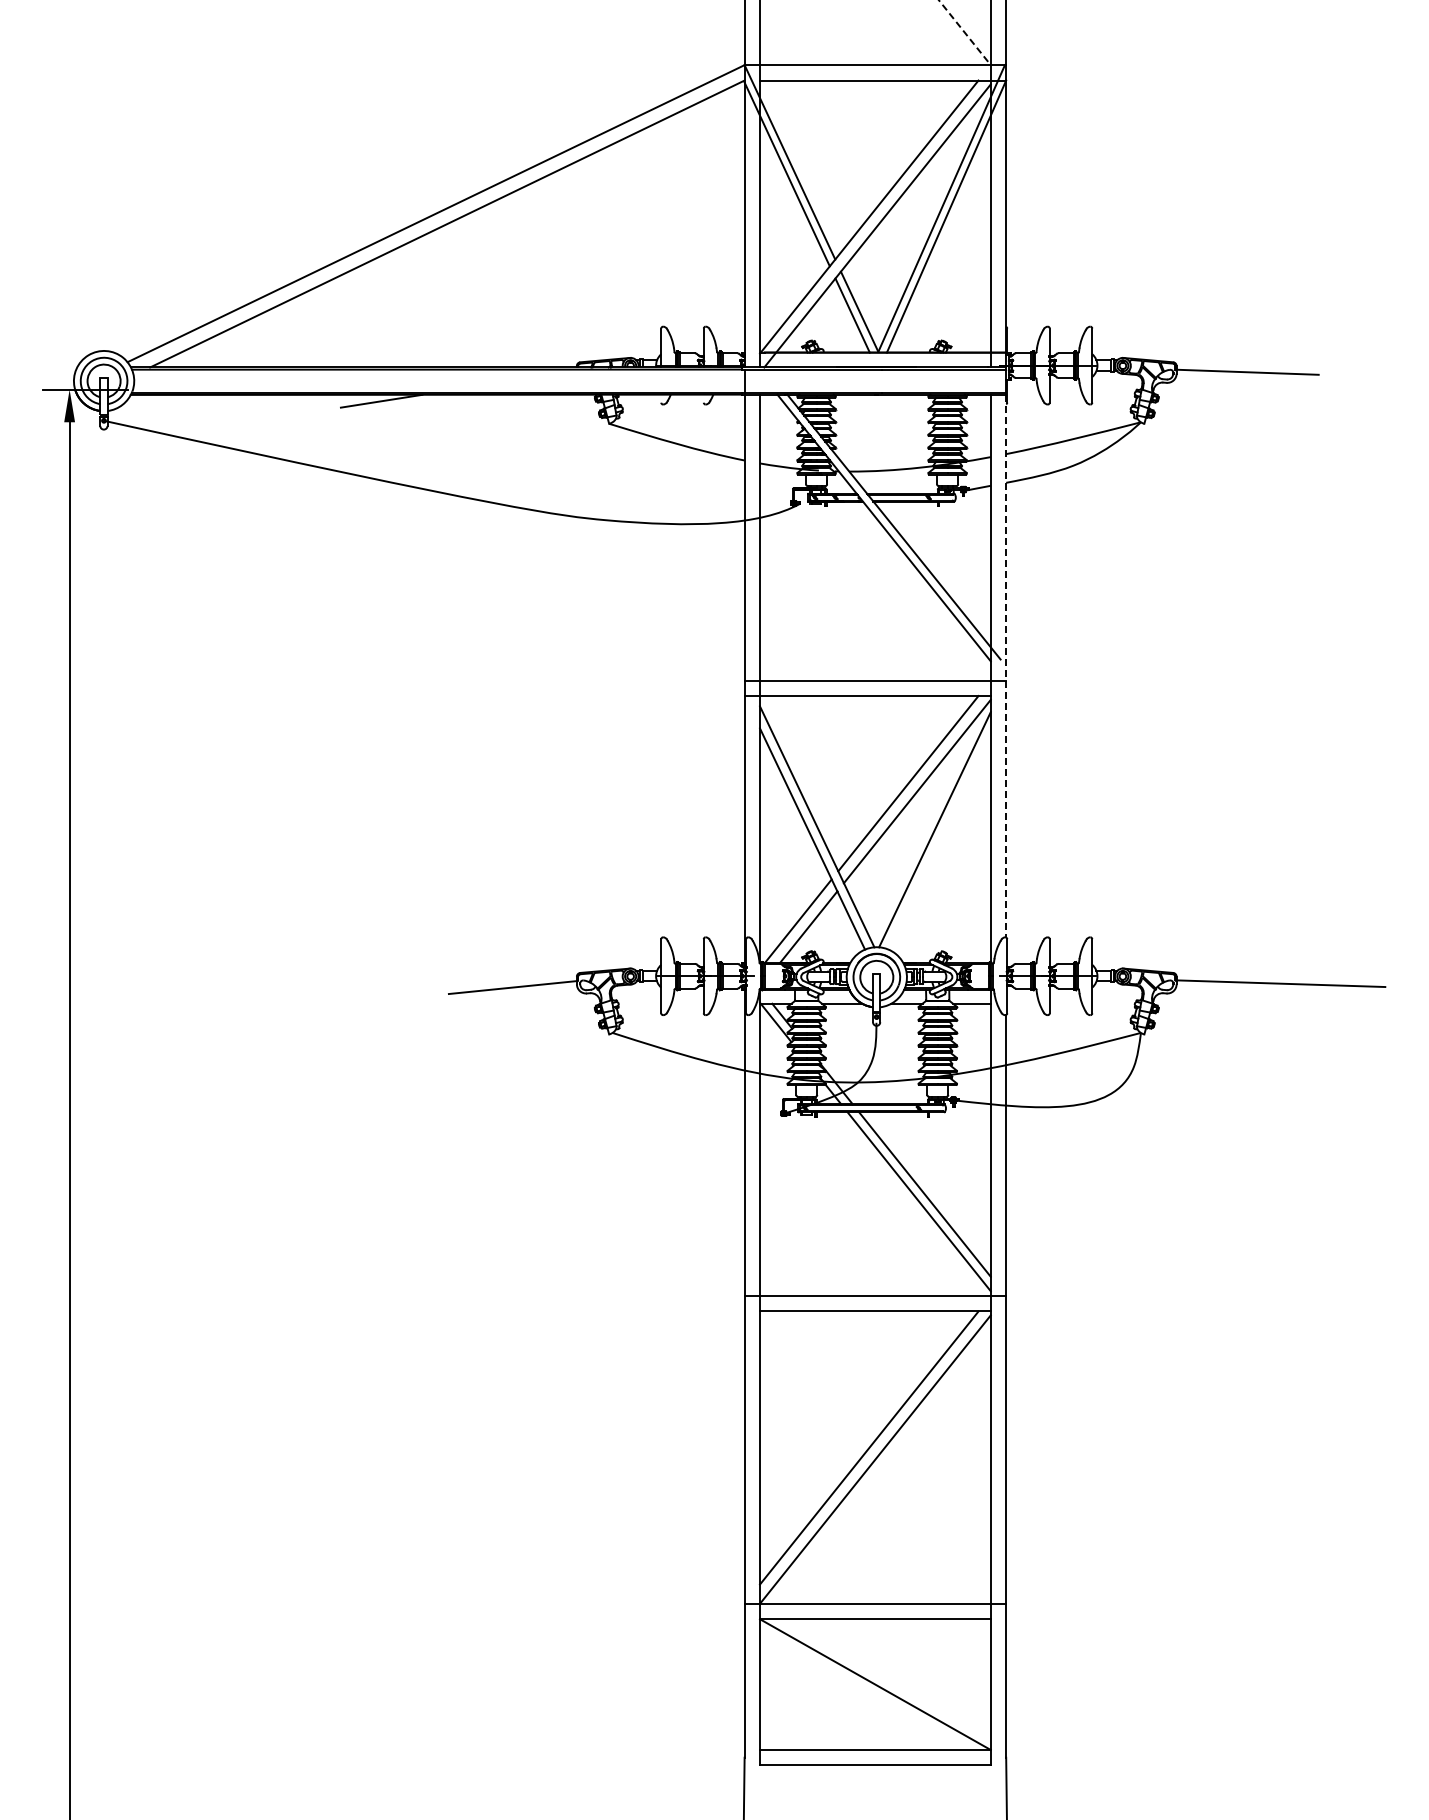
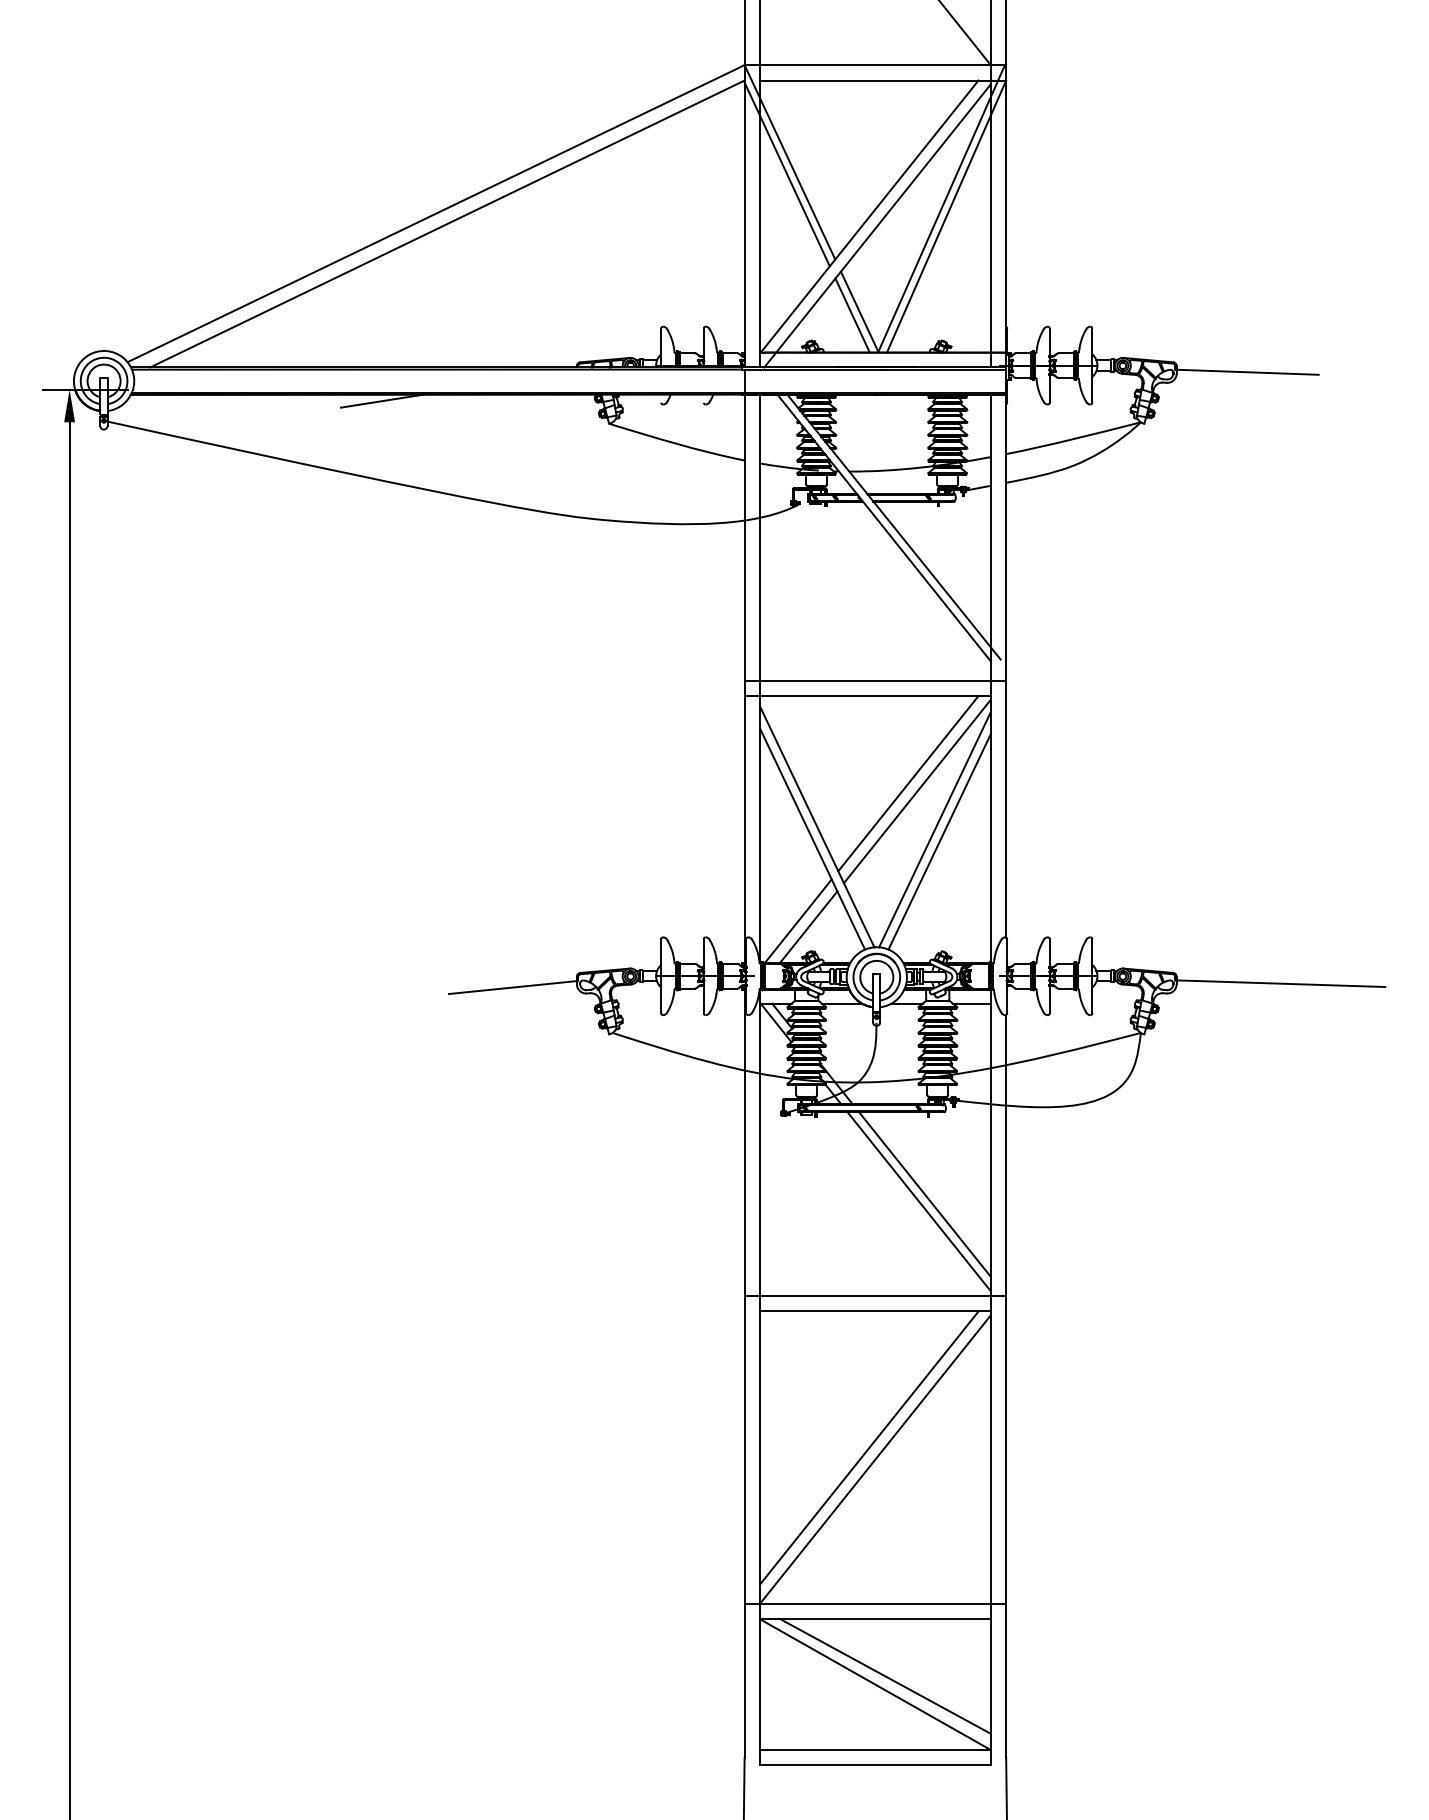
line at (965, 33): dashed -> solid
line at (1006, 666): dashed -> solid
line at (939, 841): none -> present
line at (885, 1676): none -> present
